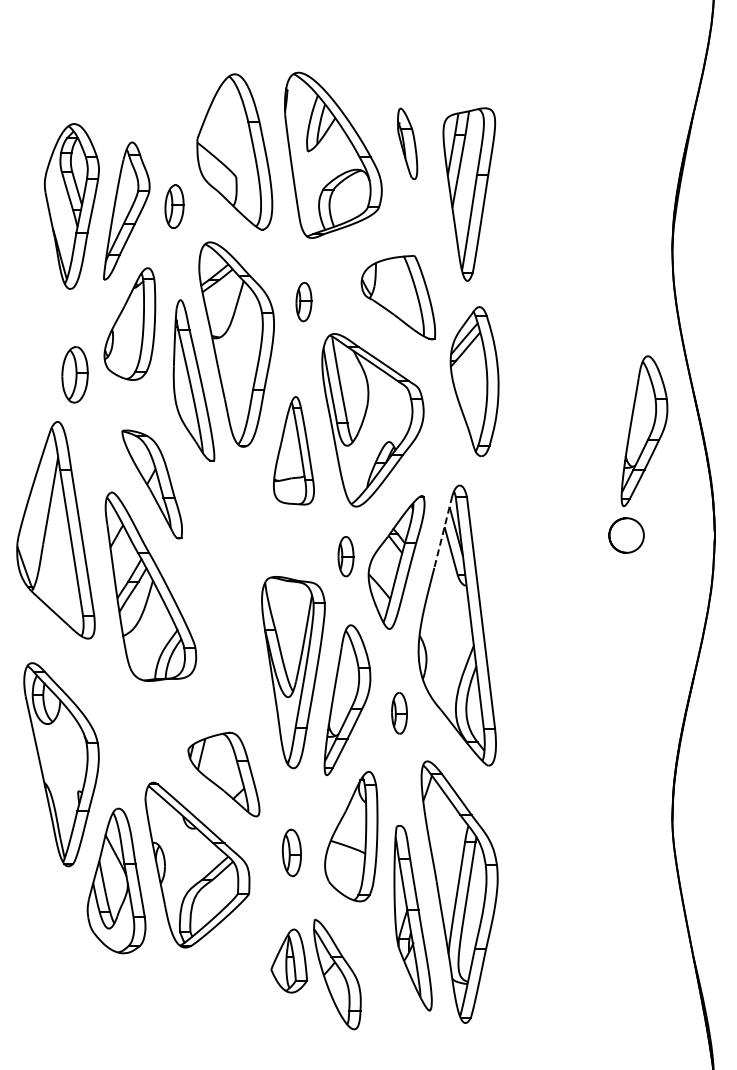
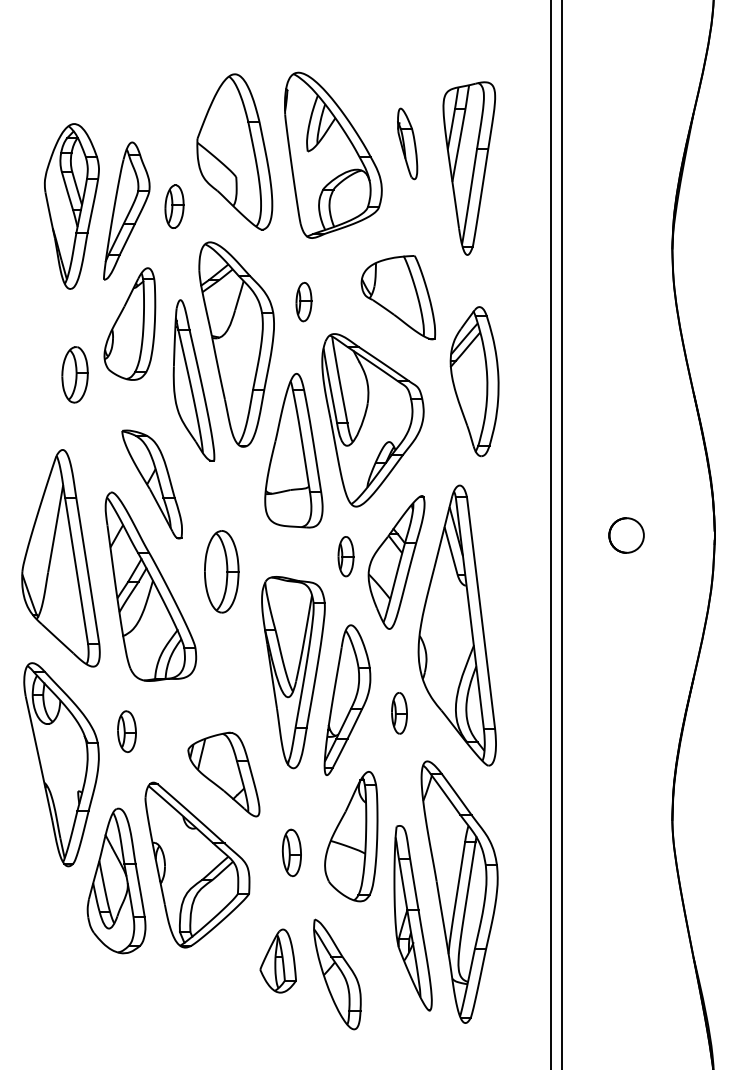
part at (469, 194) position: (469, 194) -> (469, 168)
part at (644, 430): present -> none
part at (293, 450) size: 42x110 px -> 60x156 px
part at (55, 530) position: (55, 530) -> (60, 558)
line at (443, 532): dashed -> solid
line at (550, 534): none -> present
line at (561, 534): none -> present
part at (221, 571): none -> present
part at (126, 731): none -> present
part at (288, 960) position: (288, 960) -> (277, 960)
